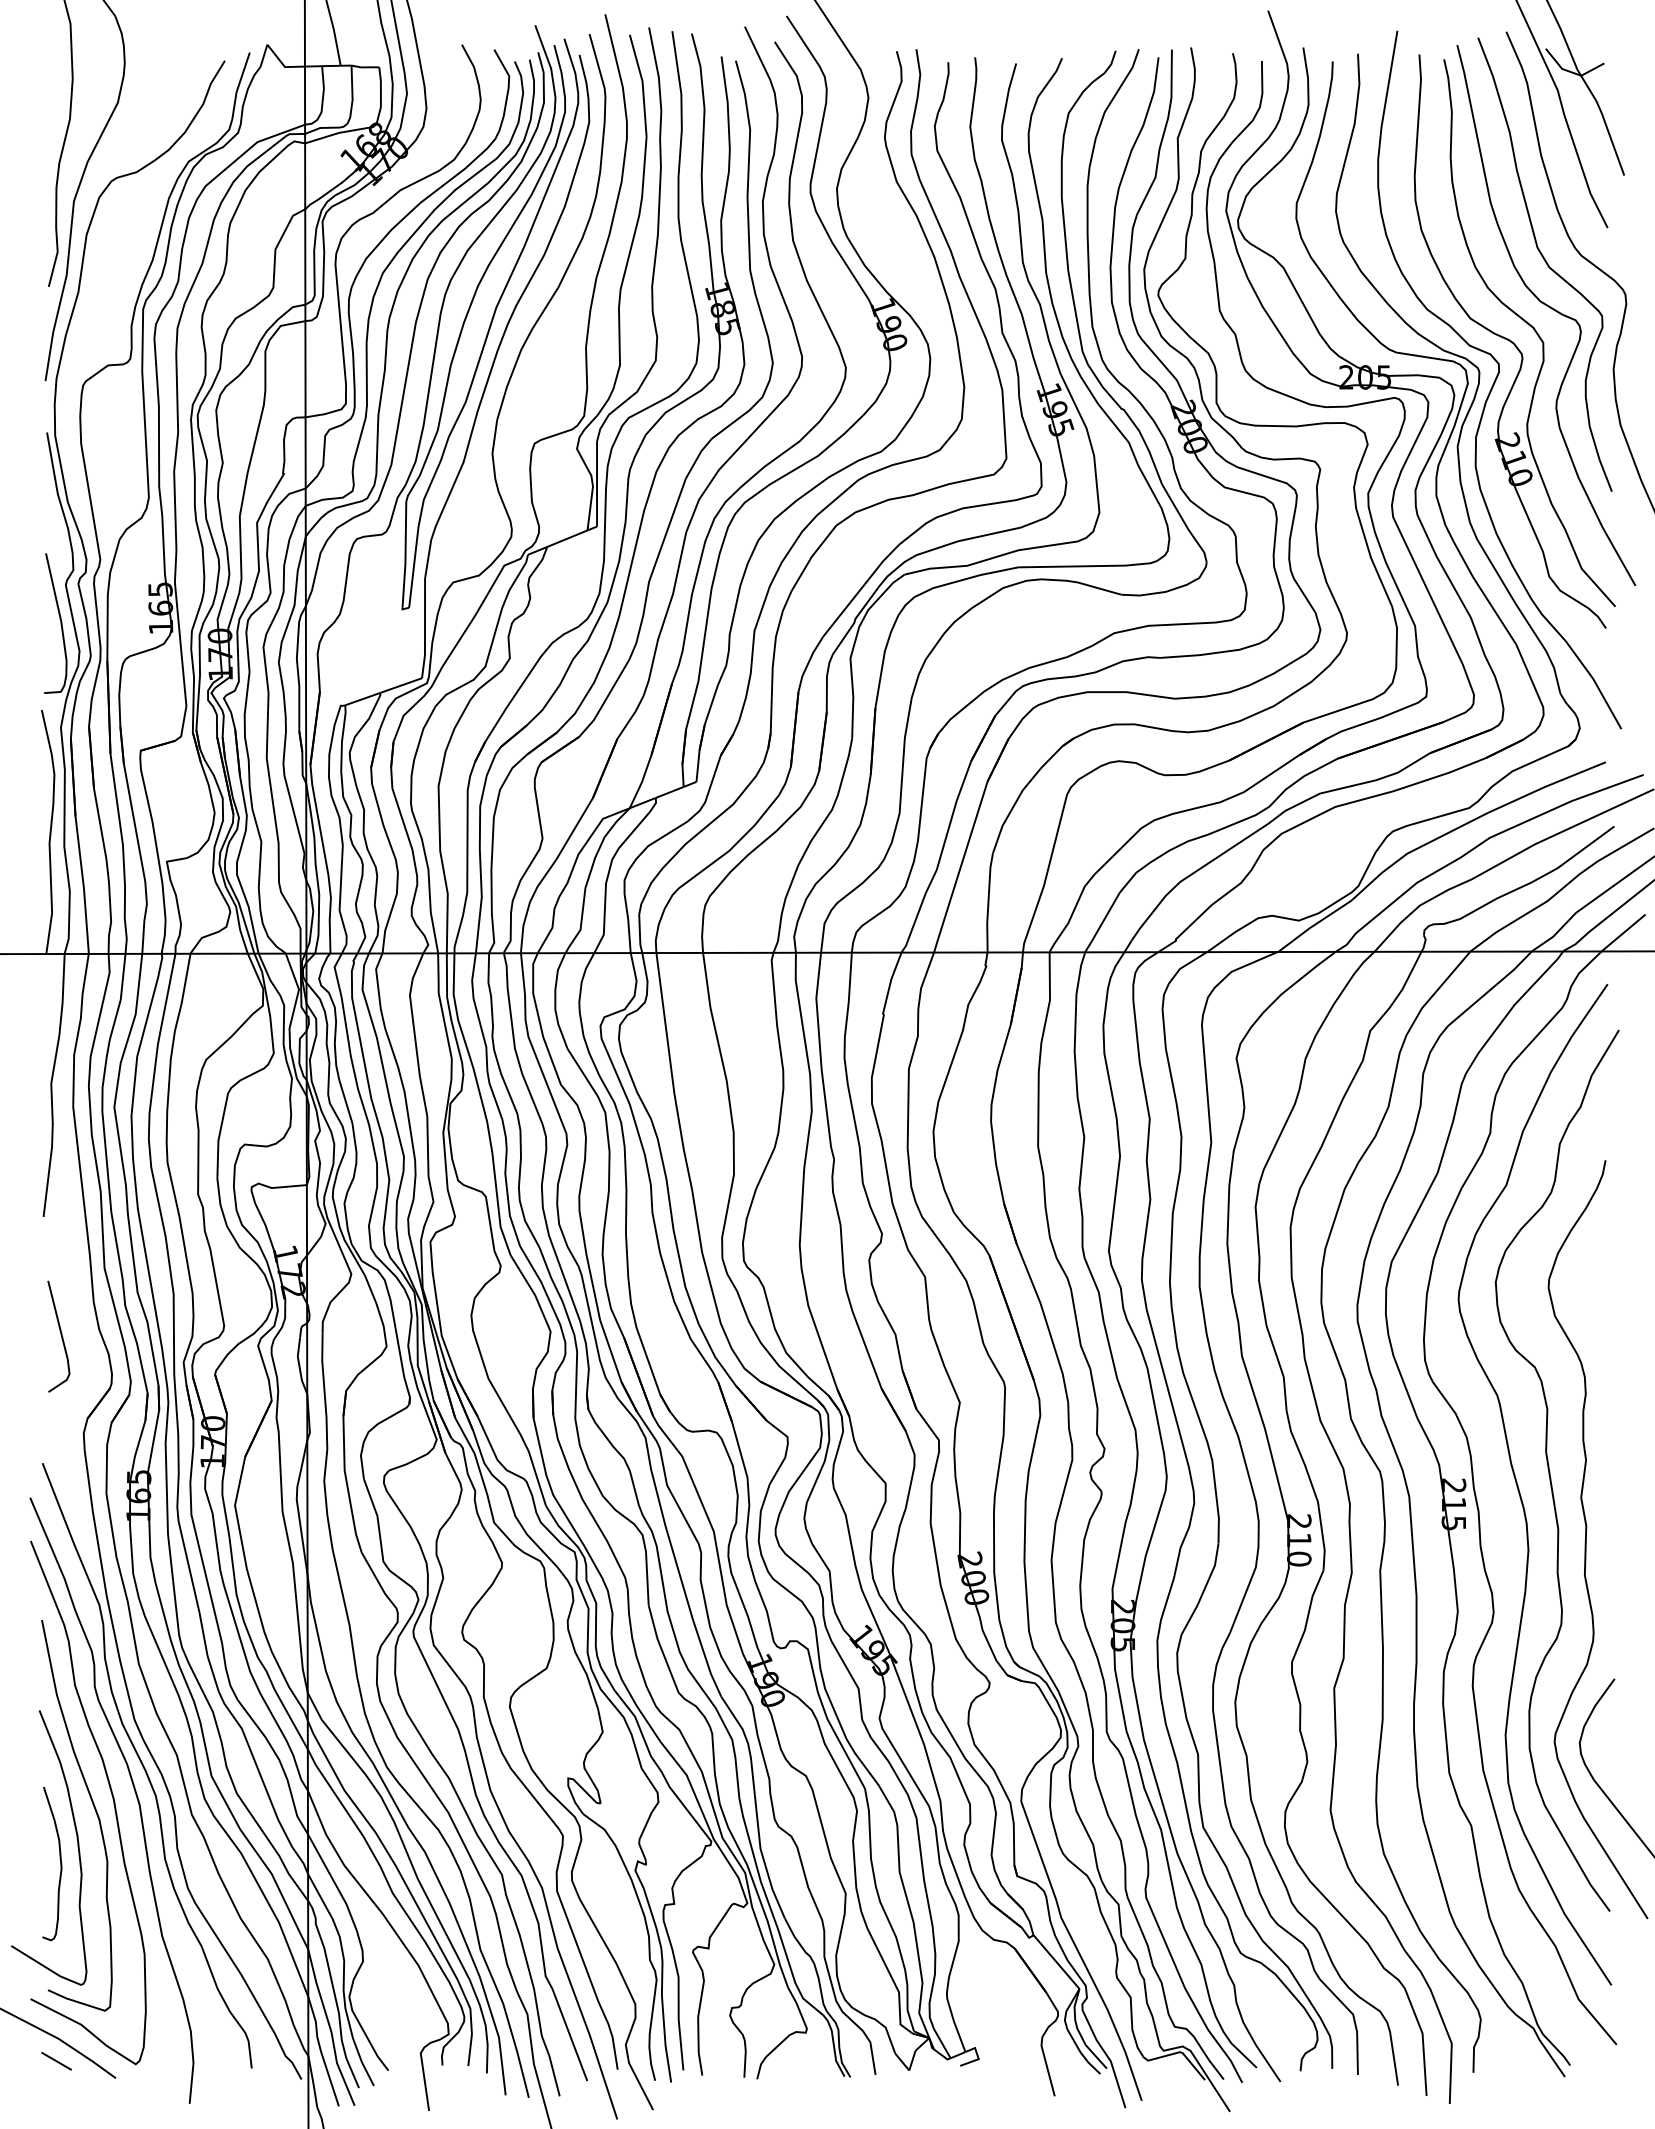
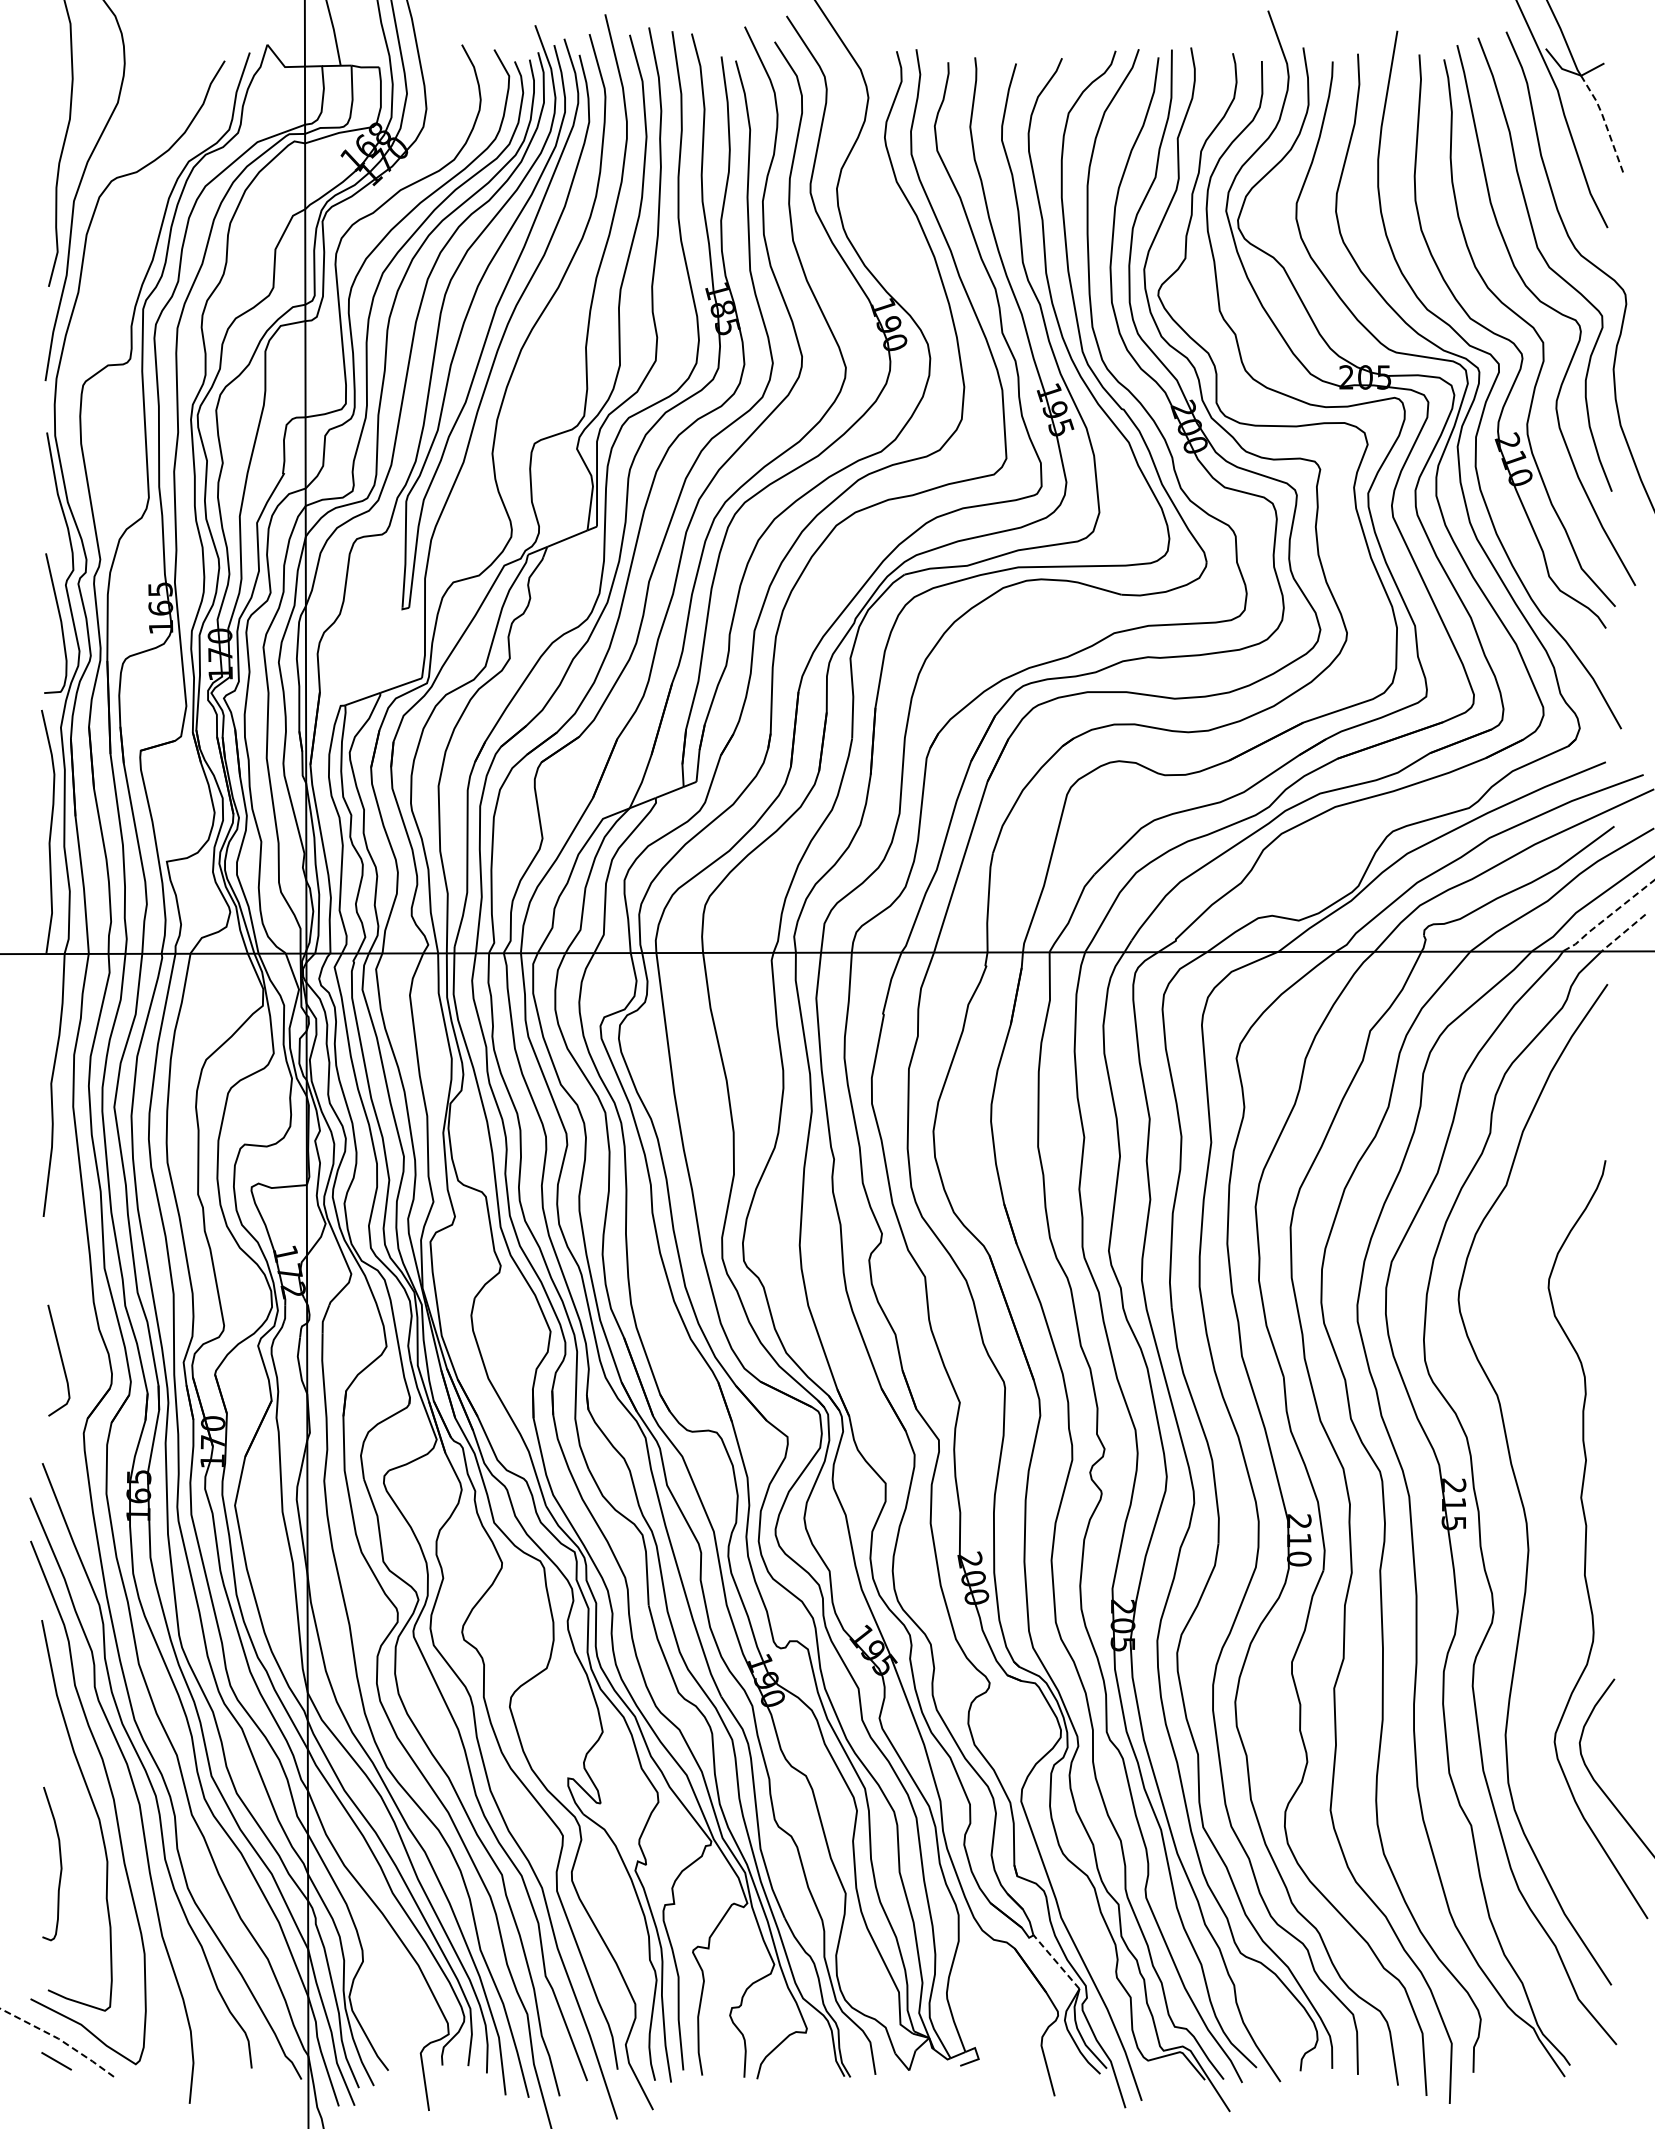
line at (1605, 123): solid -> dashed
line at (1608, 916): solid -> dashed
line at (1623, 933): solid -> dashed
line at (60, 1335) position: (60, 1335) -> (60, 1359)
curve at (1550, 1471): present -> none
curve at (77, 1847): present -> none
line at (1056, 1961): solid -> dashed
line at (60, 2039): solid -> dashed
